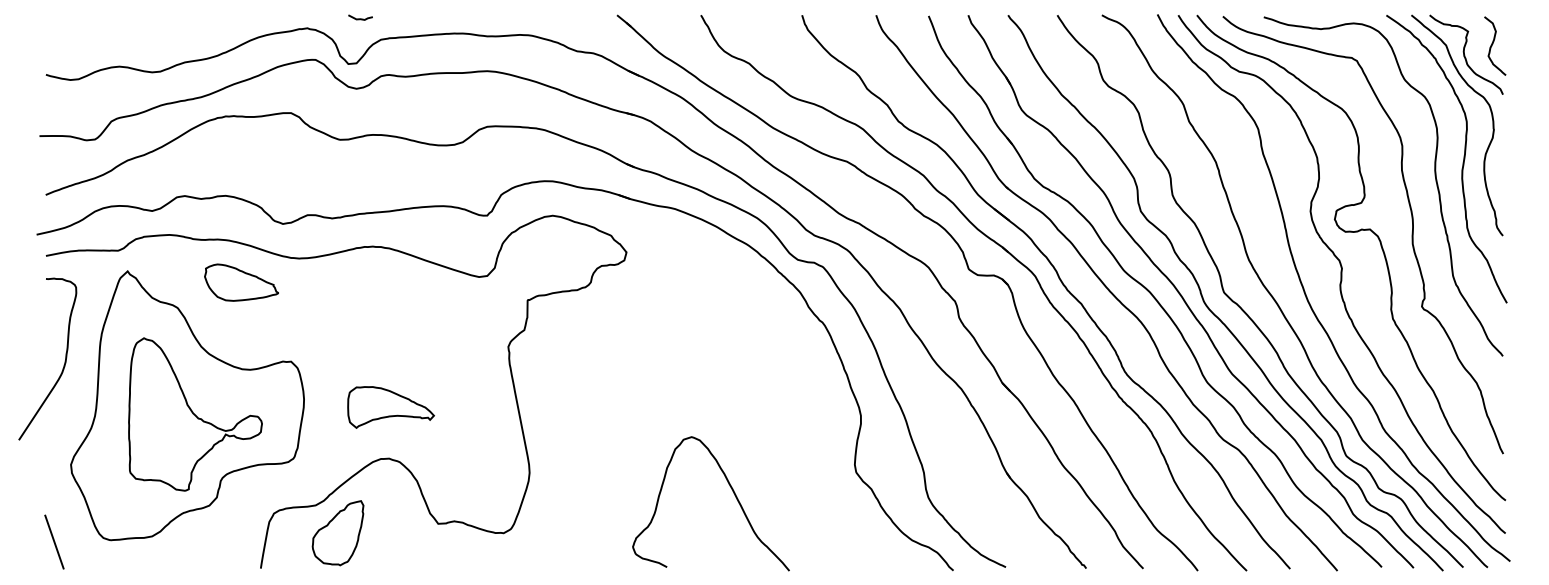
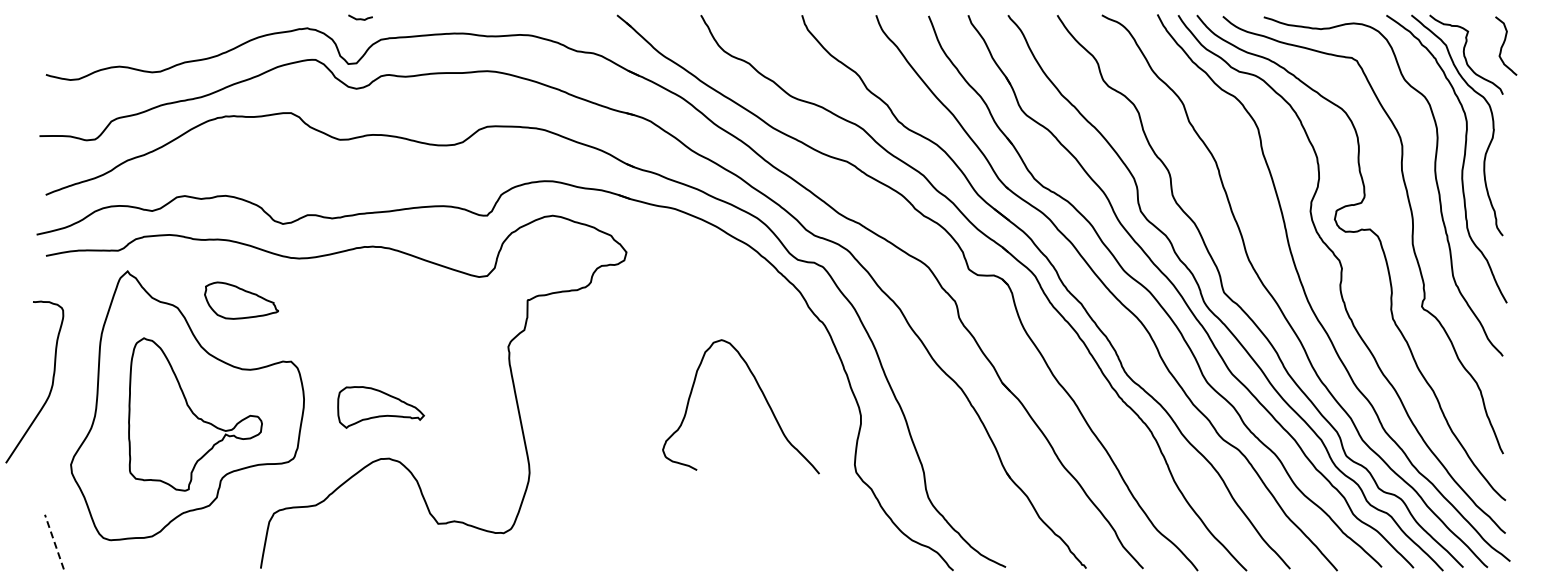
curve at (1493, 44) position: (1493, 44) -> (1504, 44)
part at (241, 282) position: (241, 282) -> (241, 300)
curve at (64, 361) position: (64, 361) -> (51, 384)
part at (390, 407) position: (390, 407) -> (380, 407)
curve at (732, 491) position: (732, 491) -> (762, 394)
part at (337, 533): present -> none
line at (54, 542): solid -> dashed
